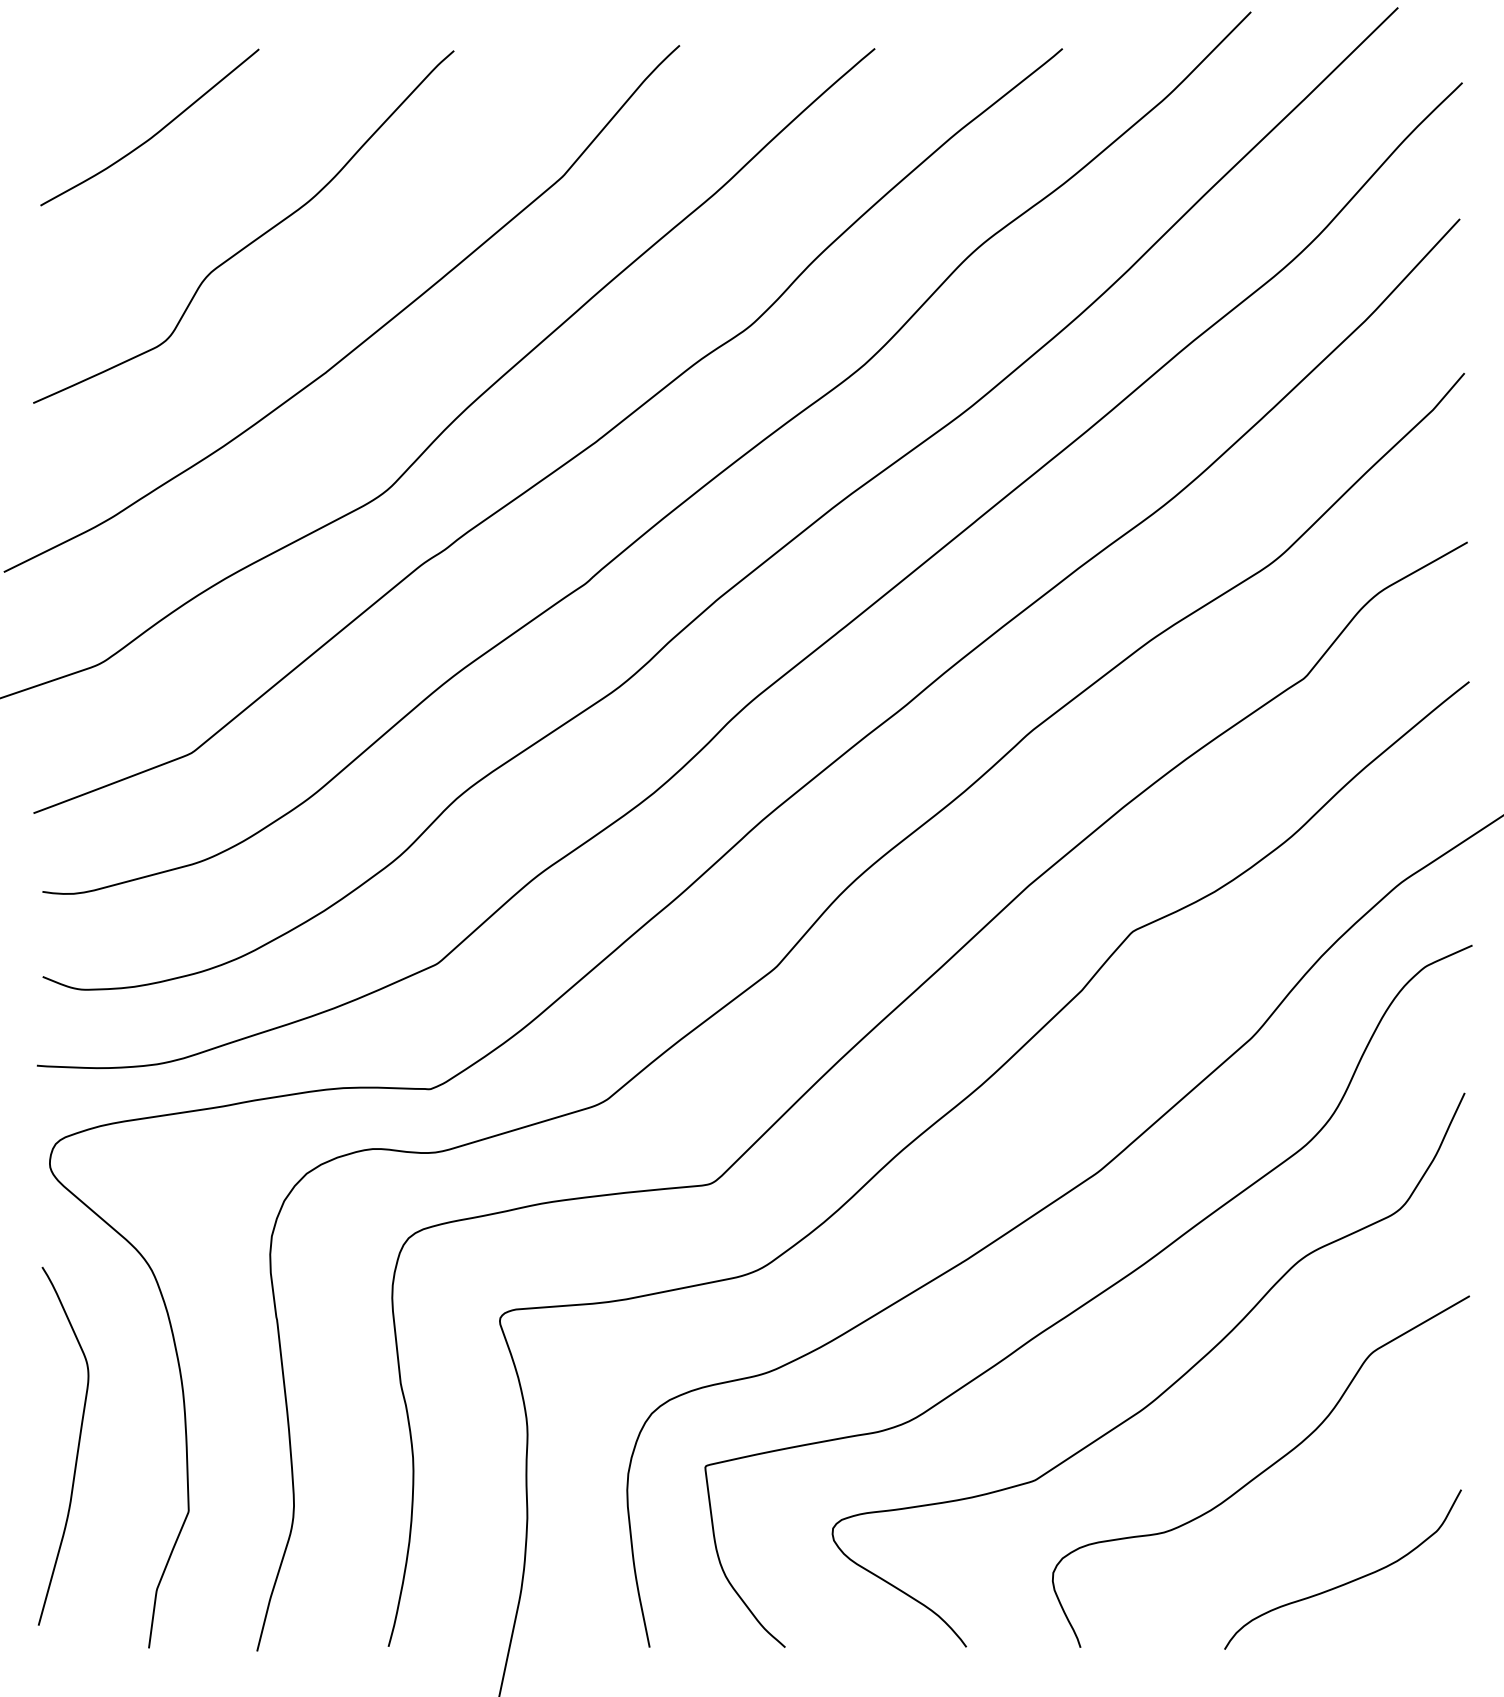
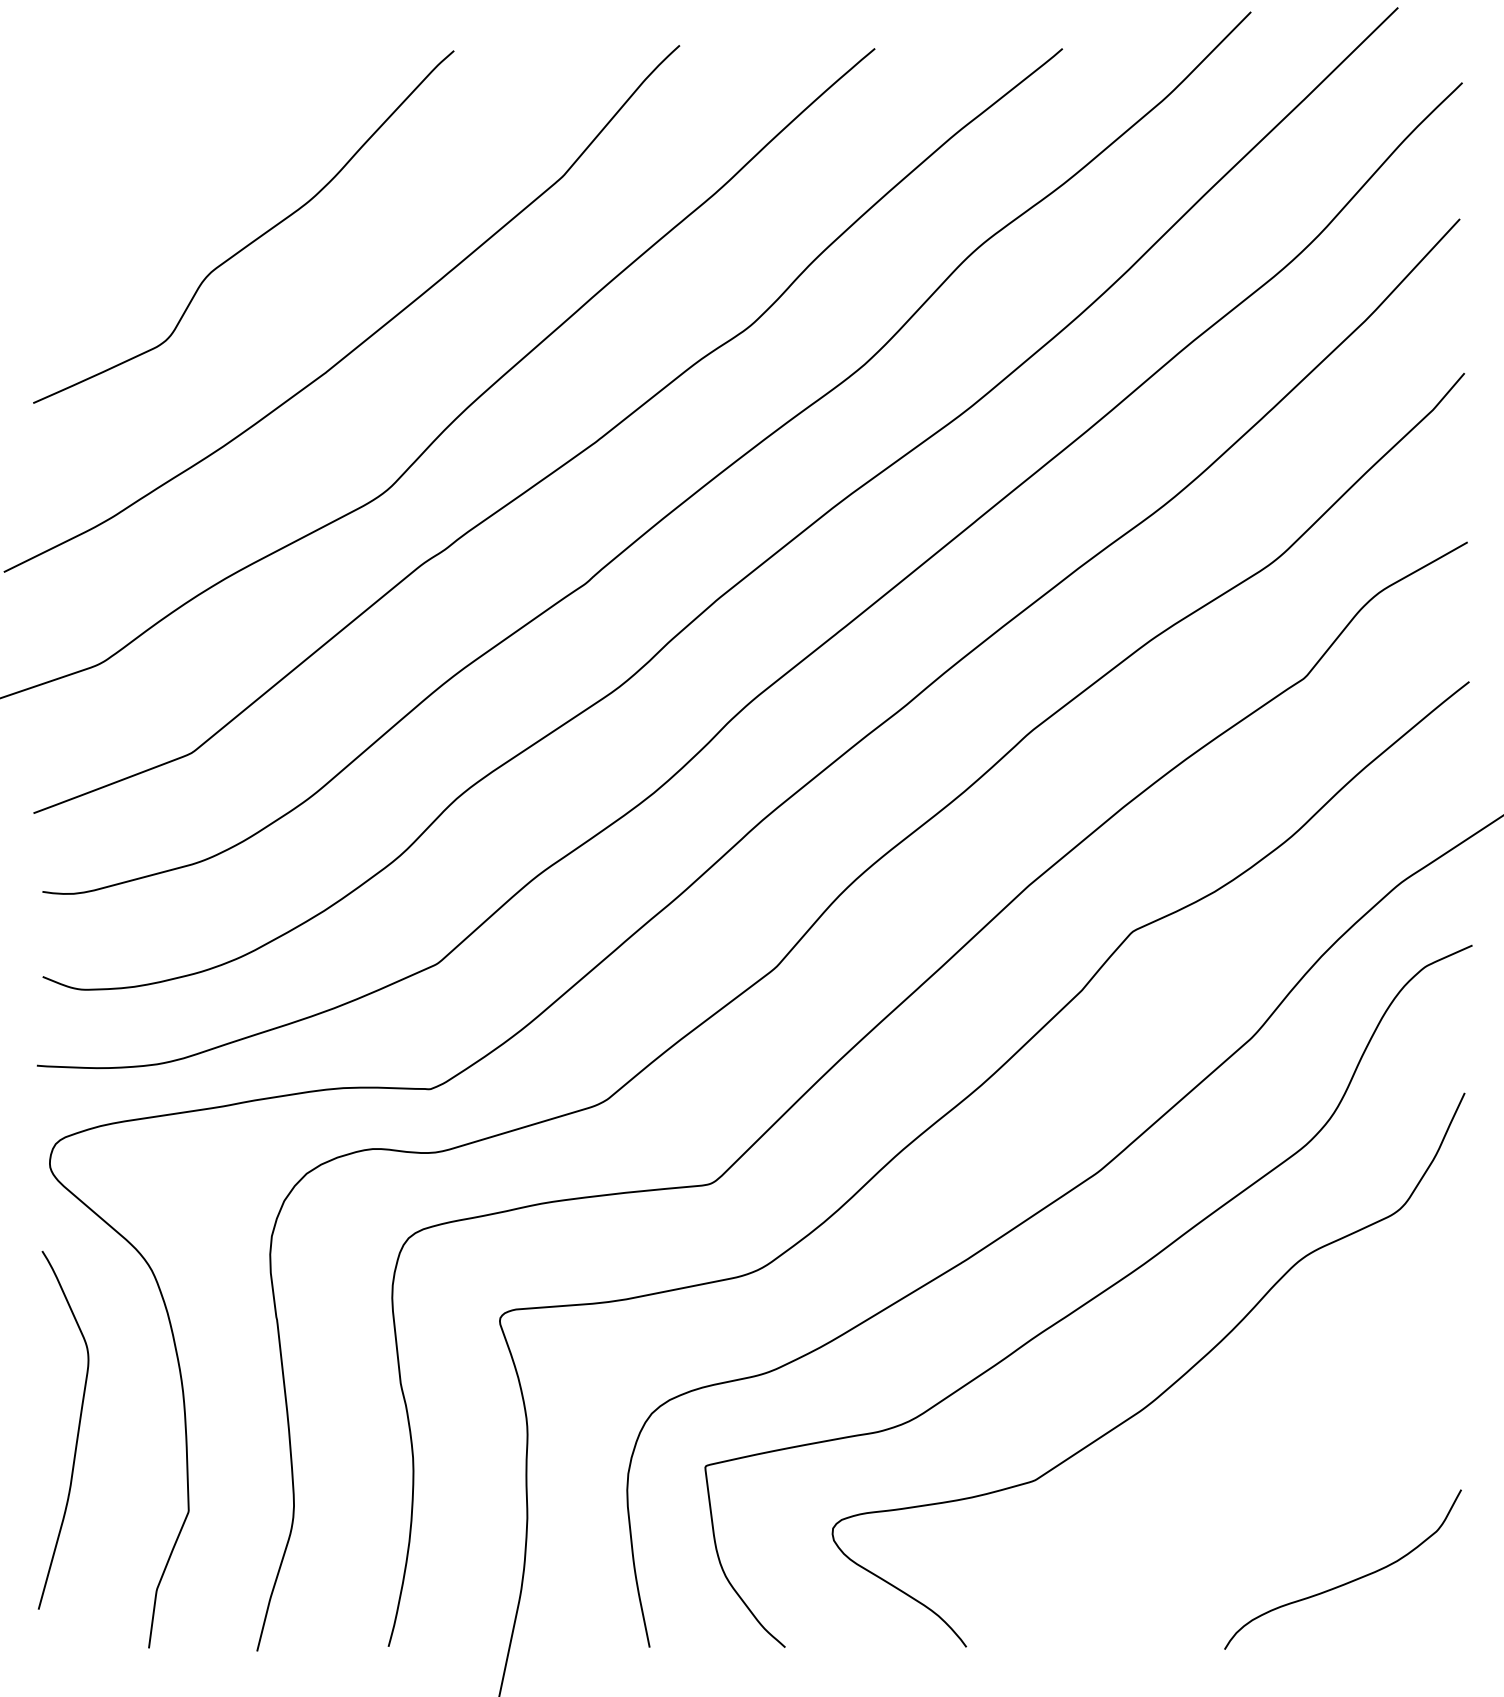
curve at (155, 133): present -> none
curve at (77, 1446) position: (77, 1446) -> (77, 1430)
curve at (1260, 1472): present -> none
